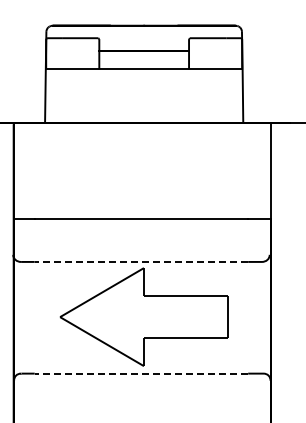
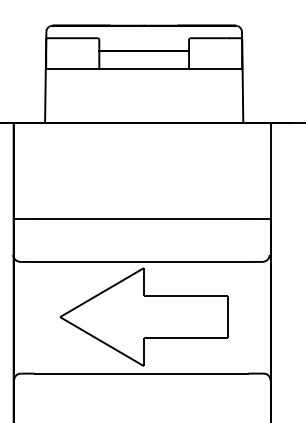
line at (141, 261): dashed -> solid
line at (141, 373): dashed -> solid
